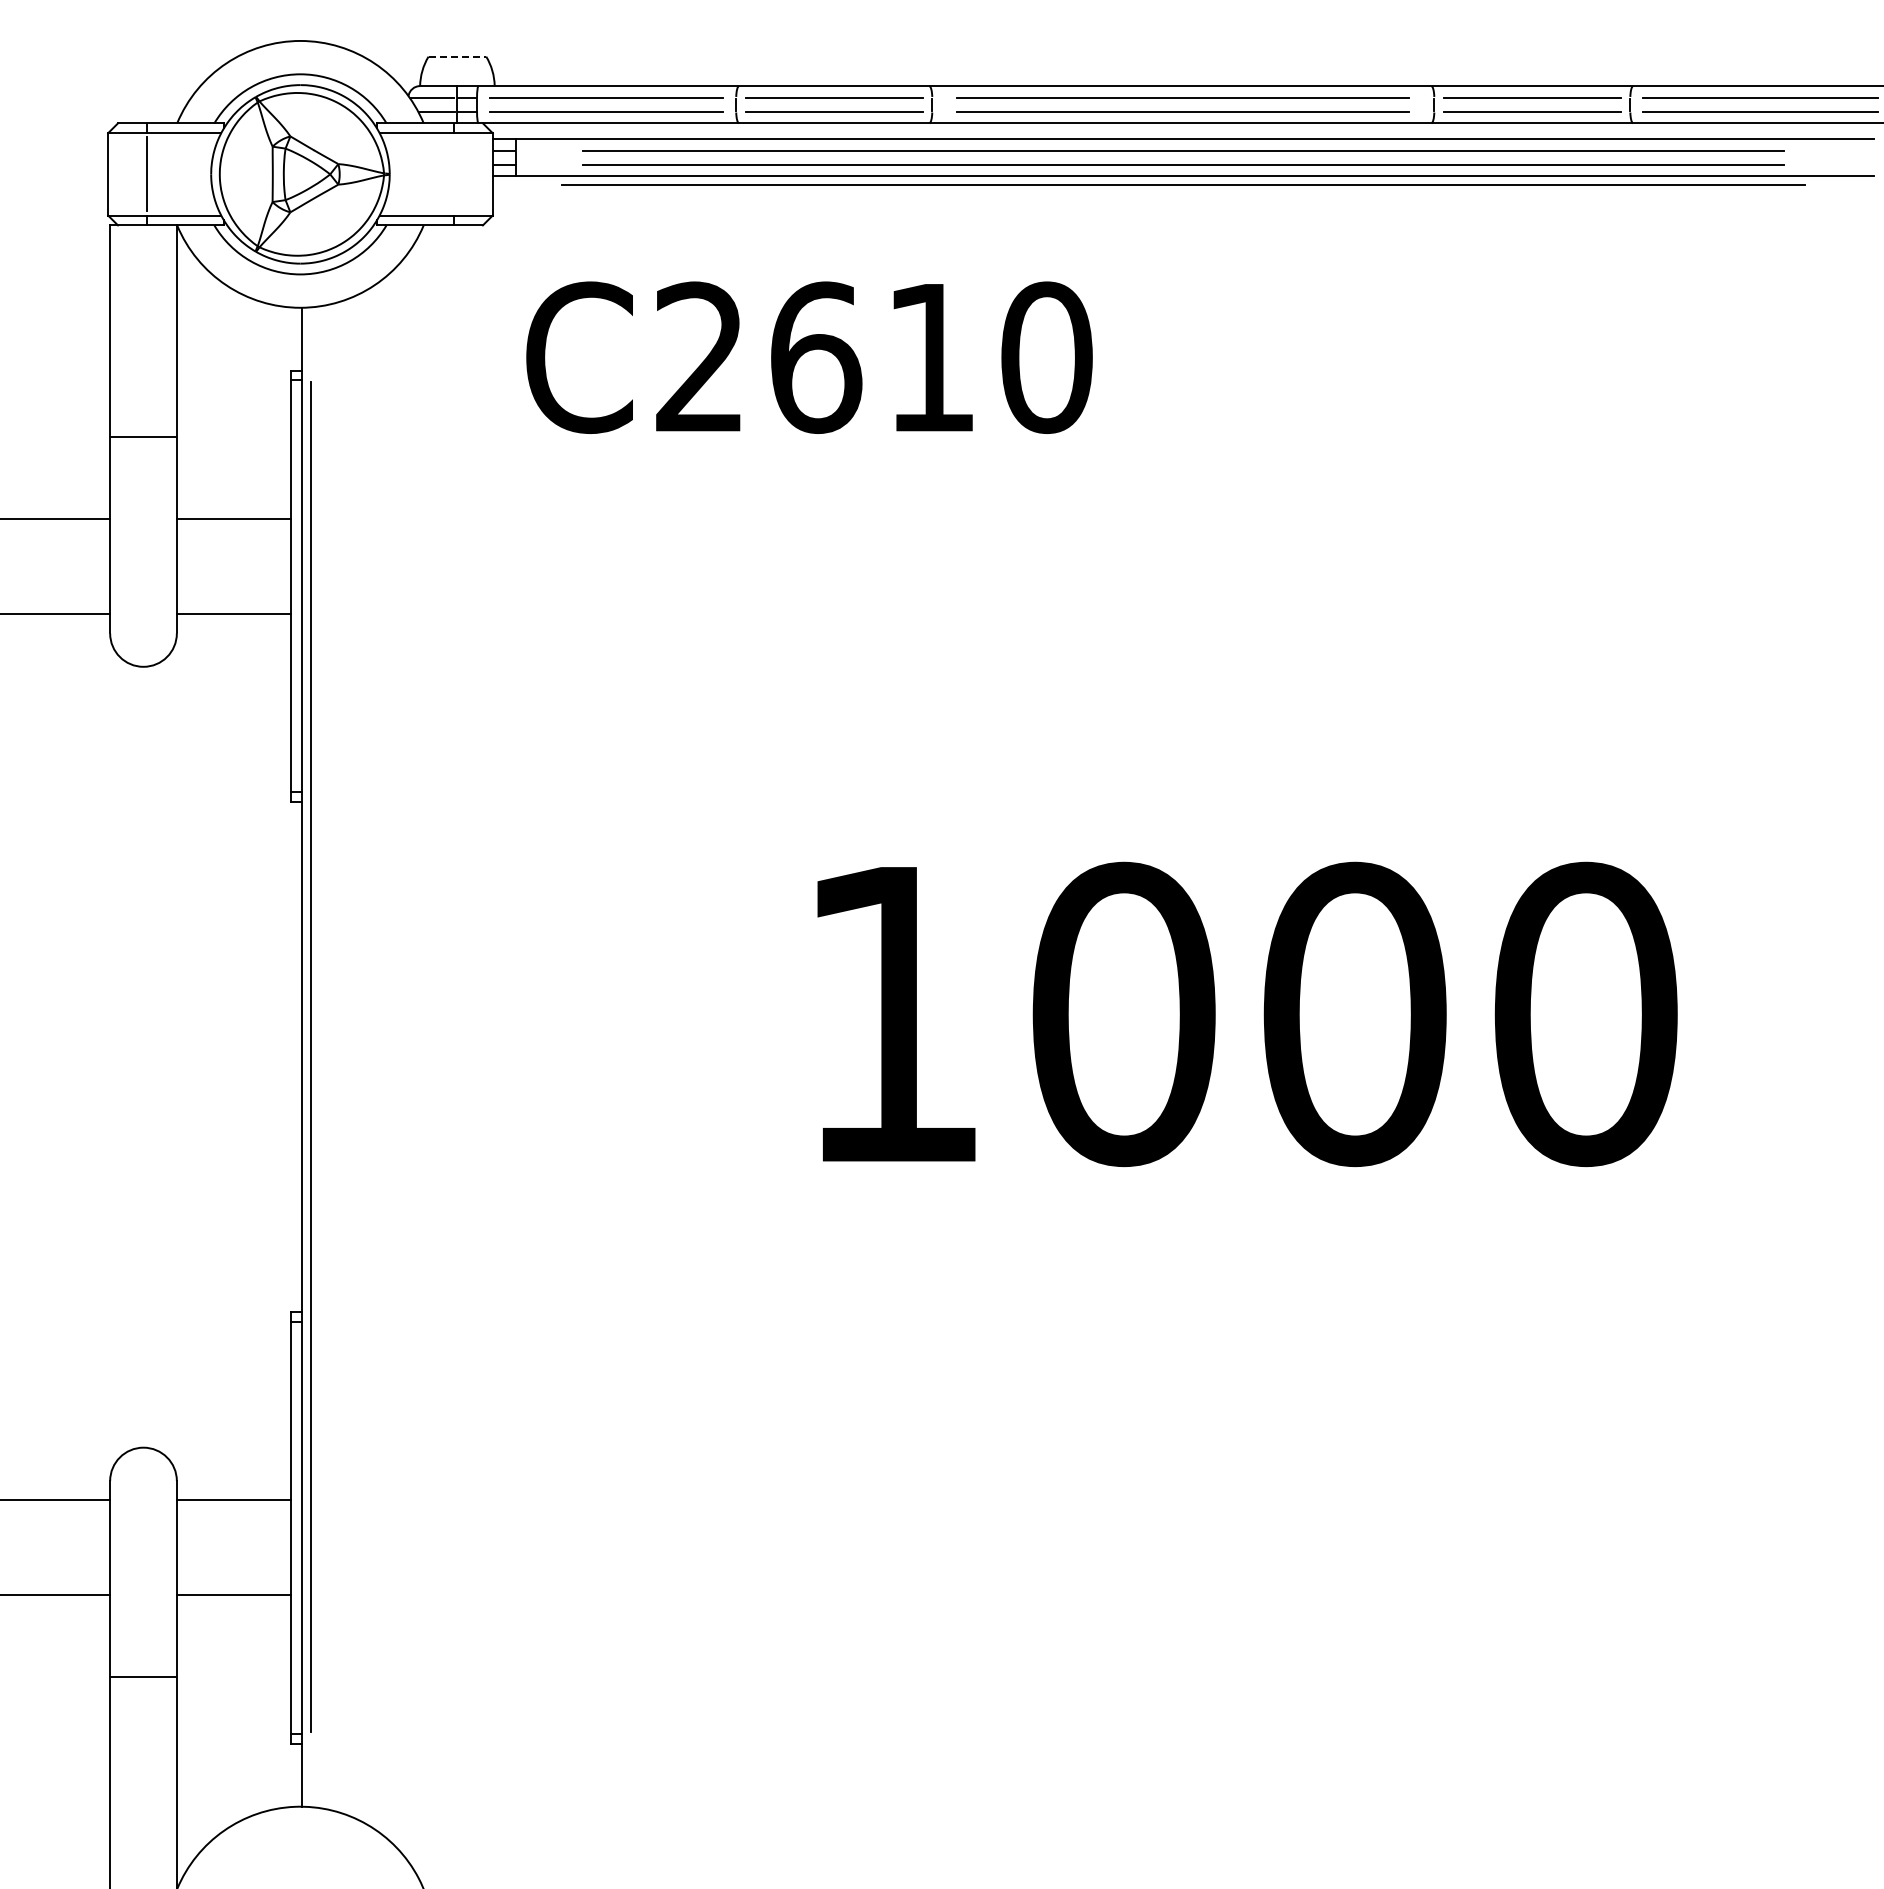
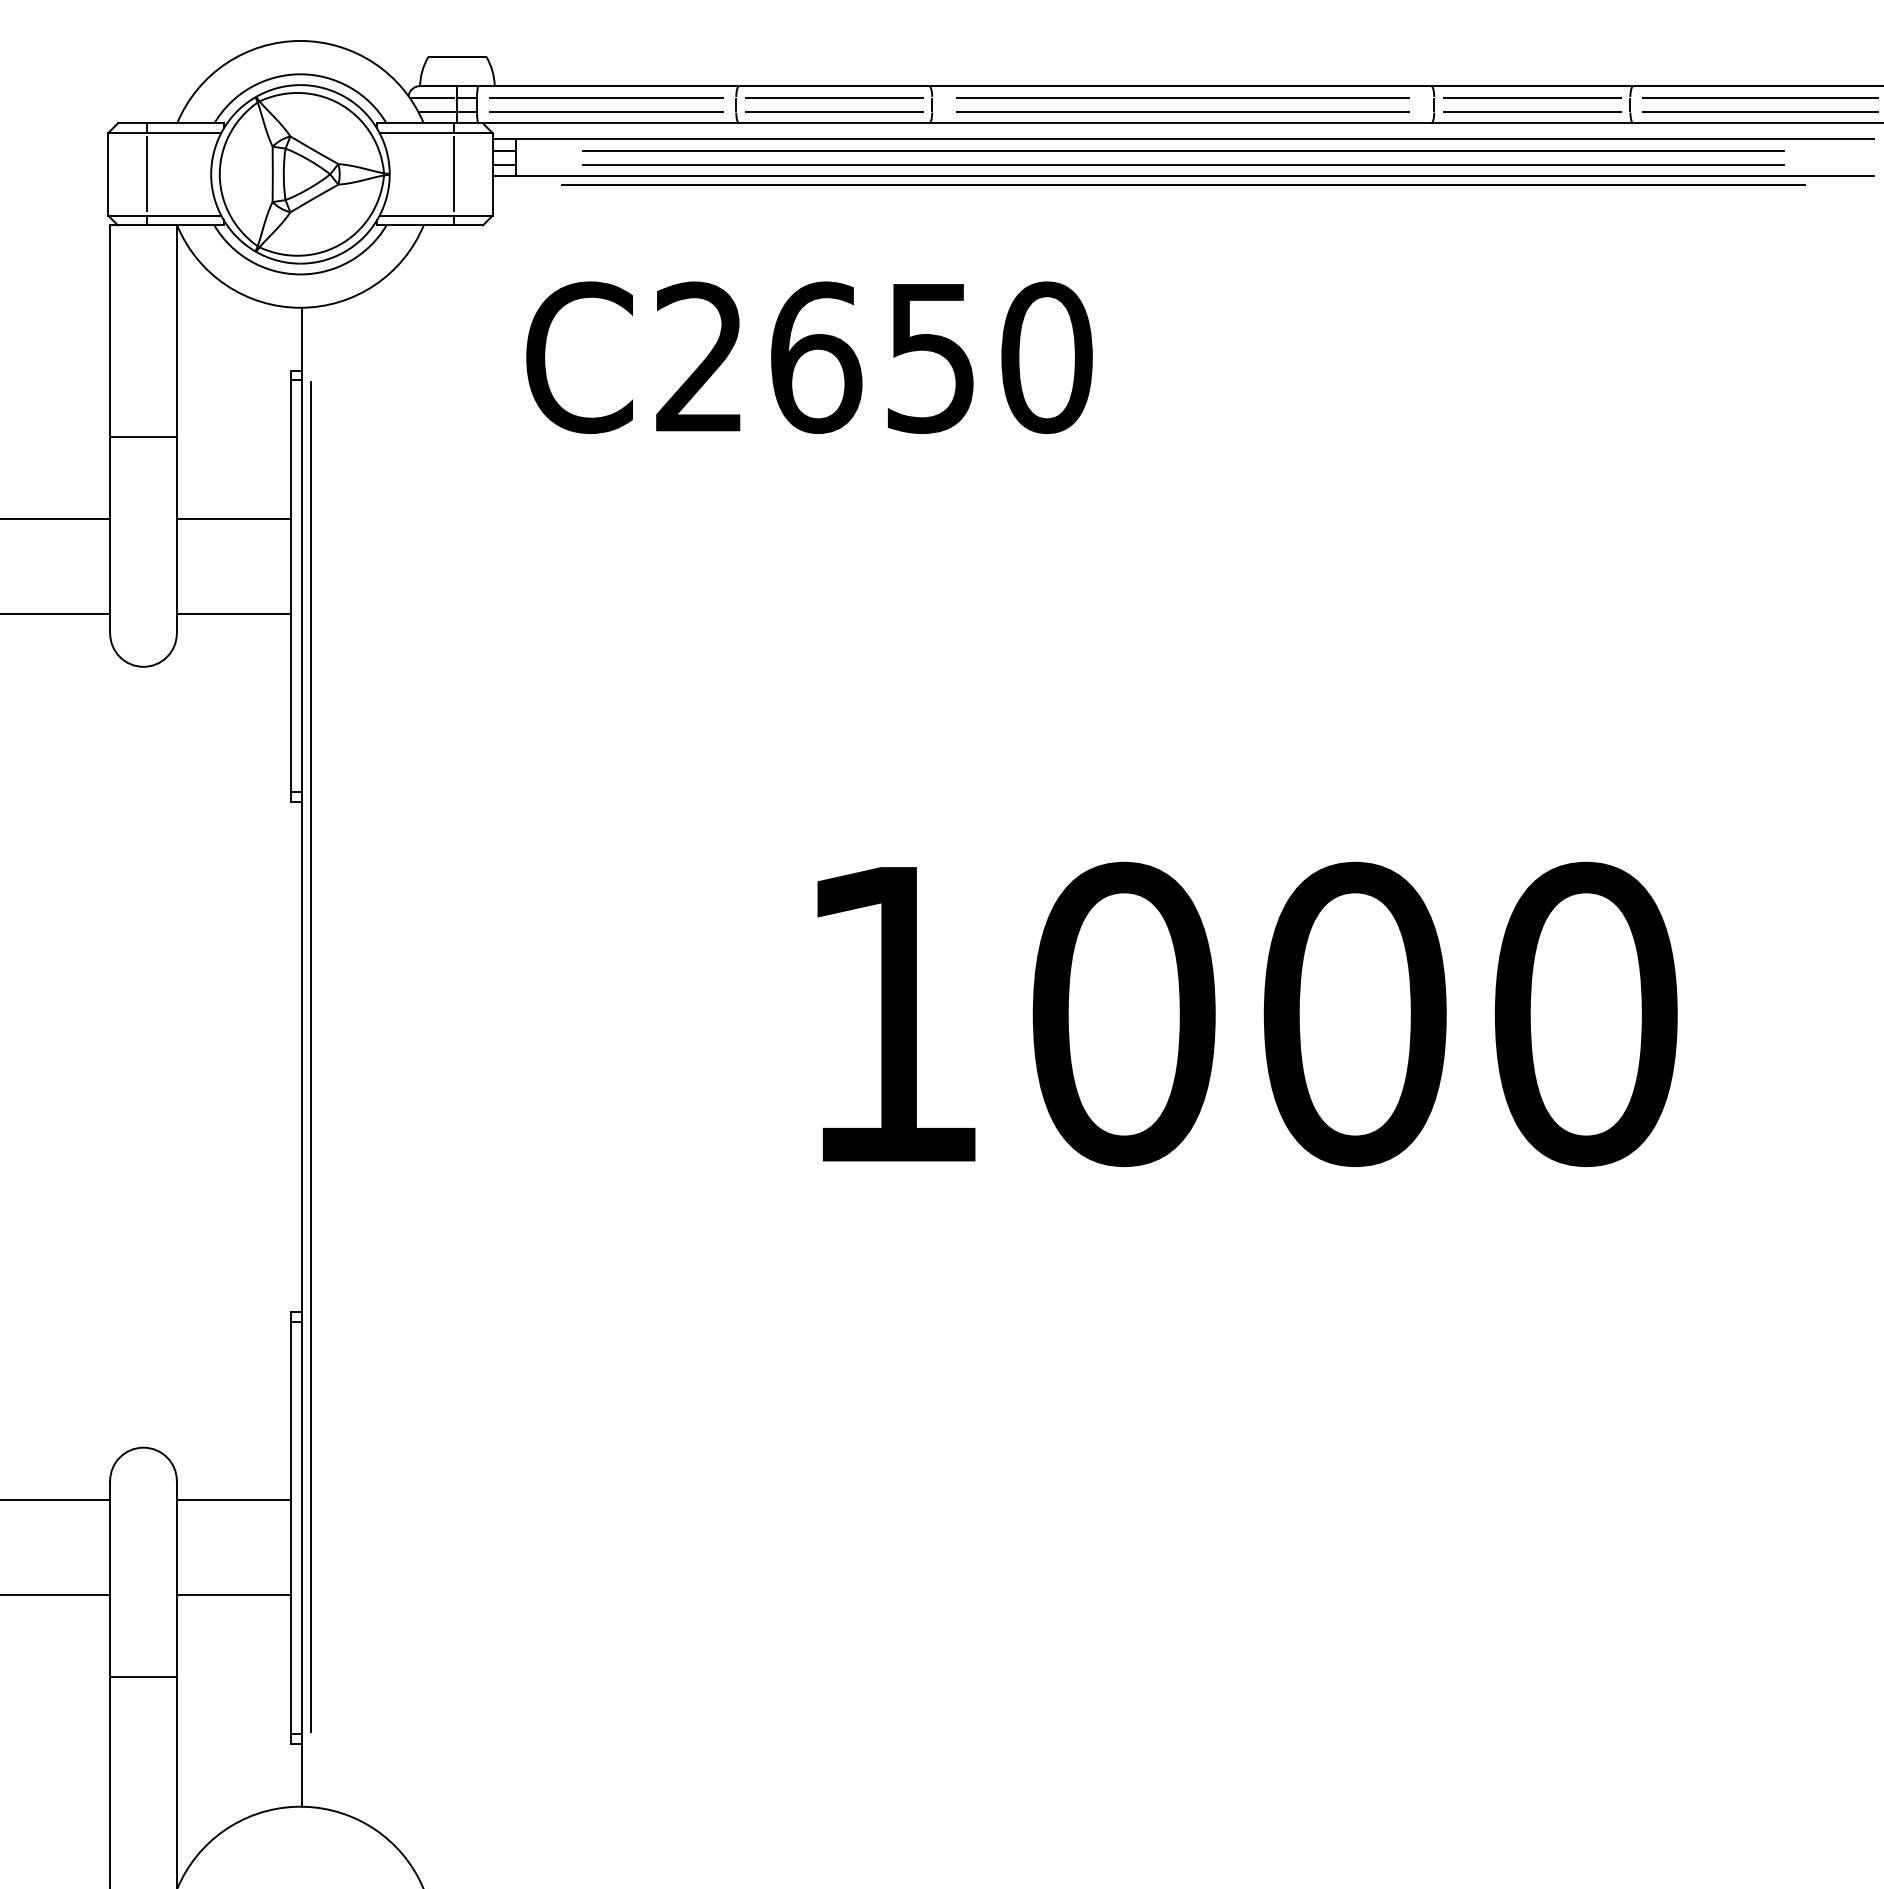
line at (457, 56): dashed -> solid
line at (453, 174): none -> present
text at (930, 358): C2610 -> C2650
